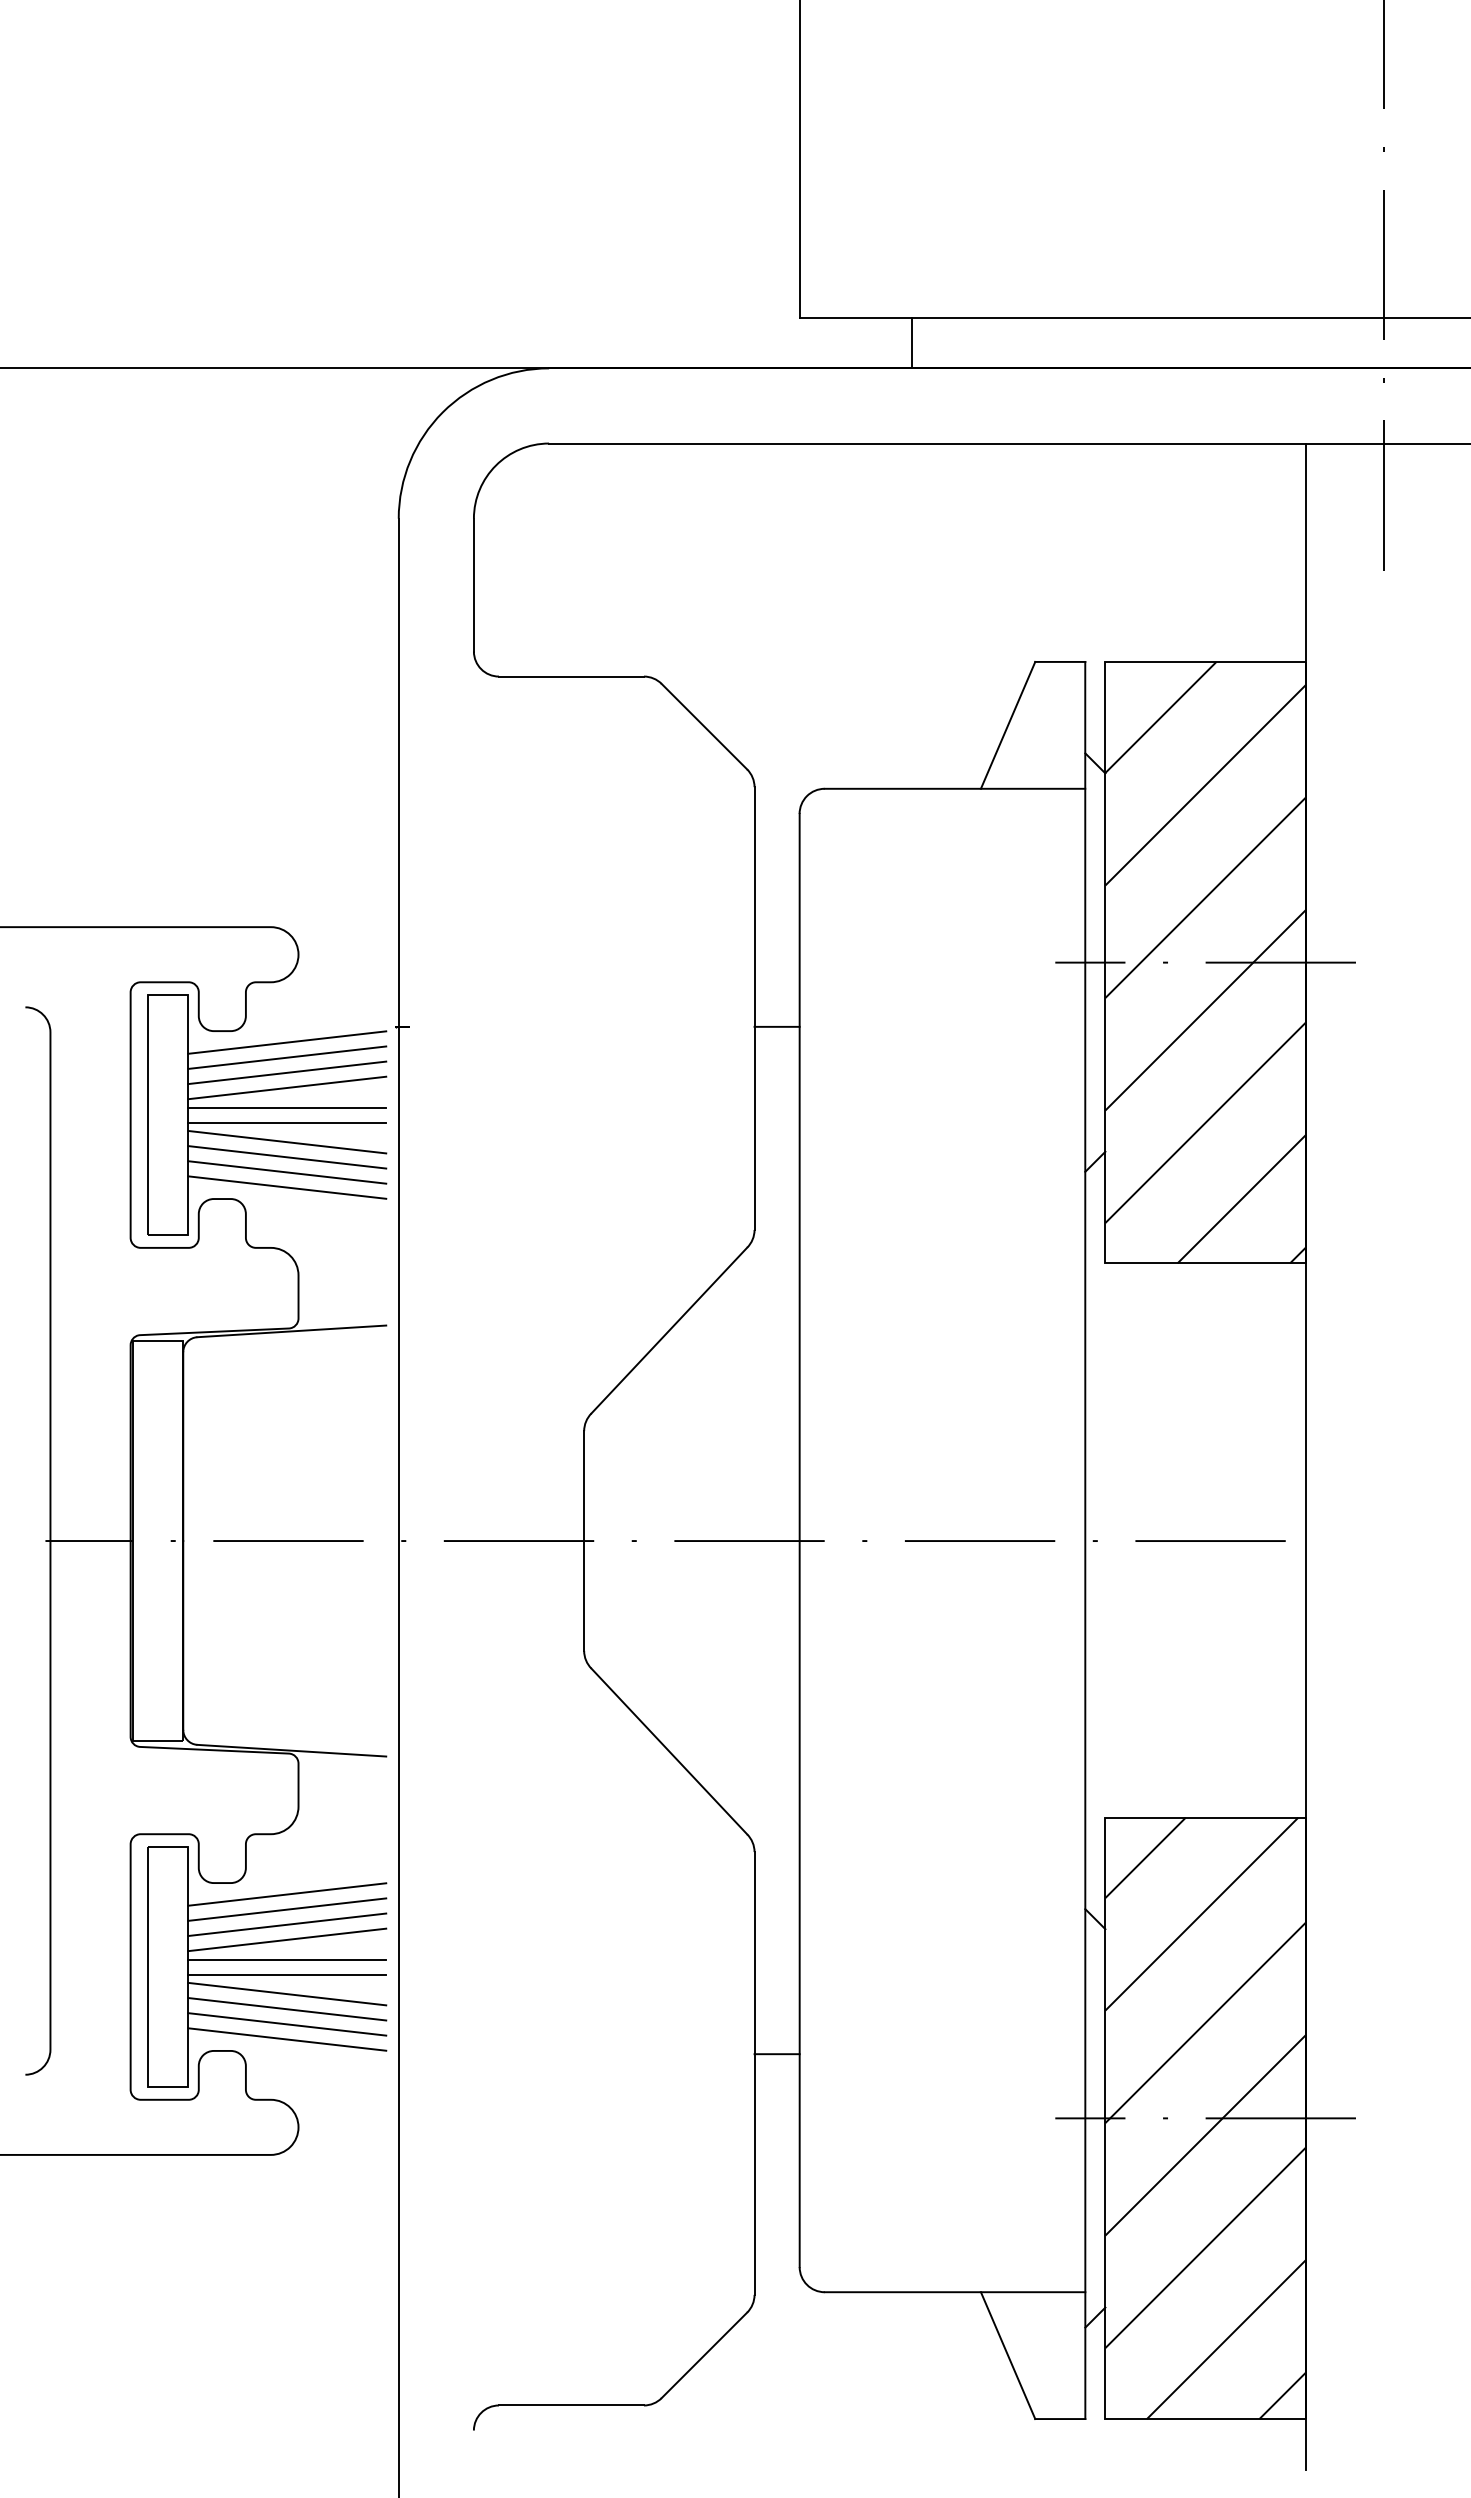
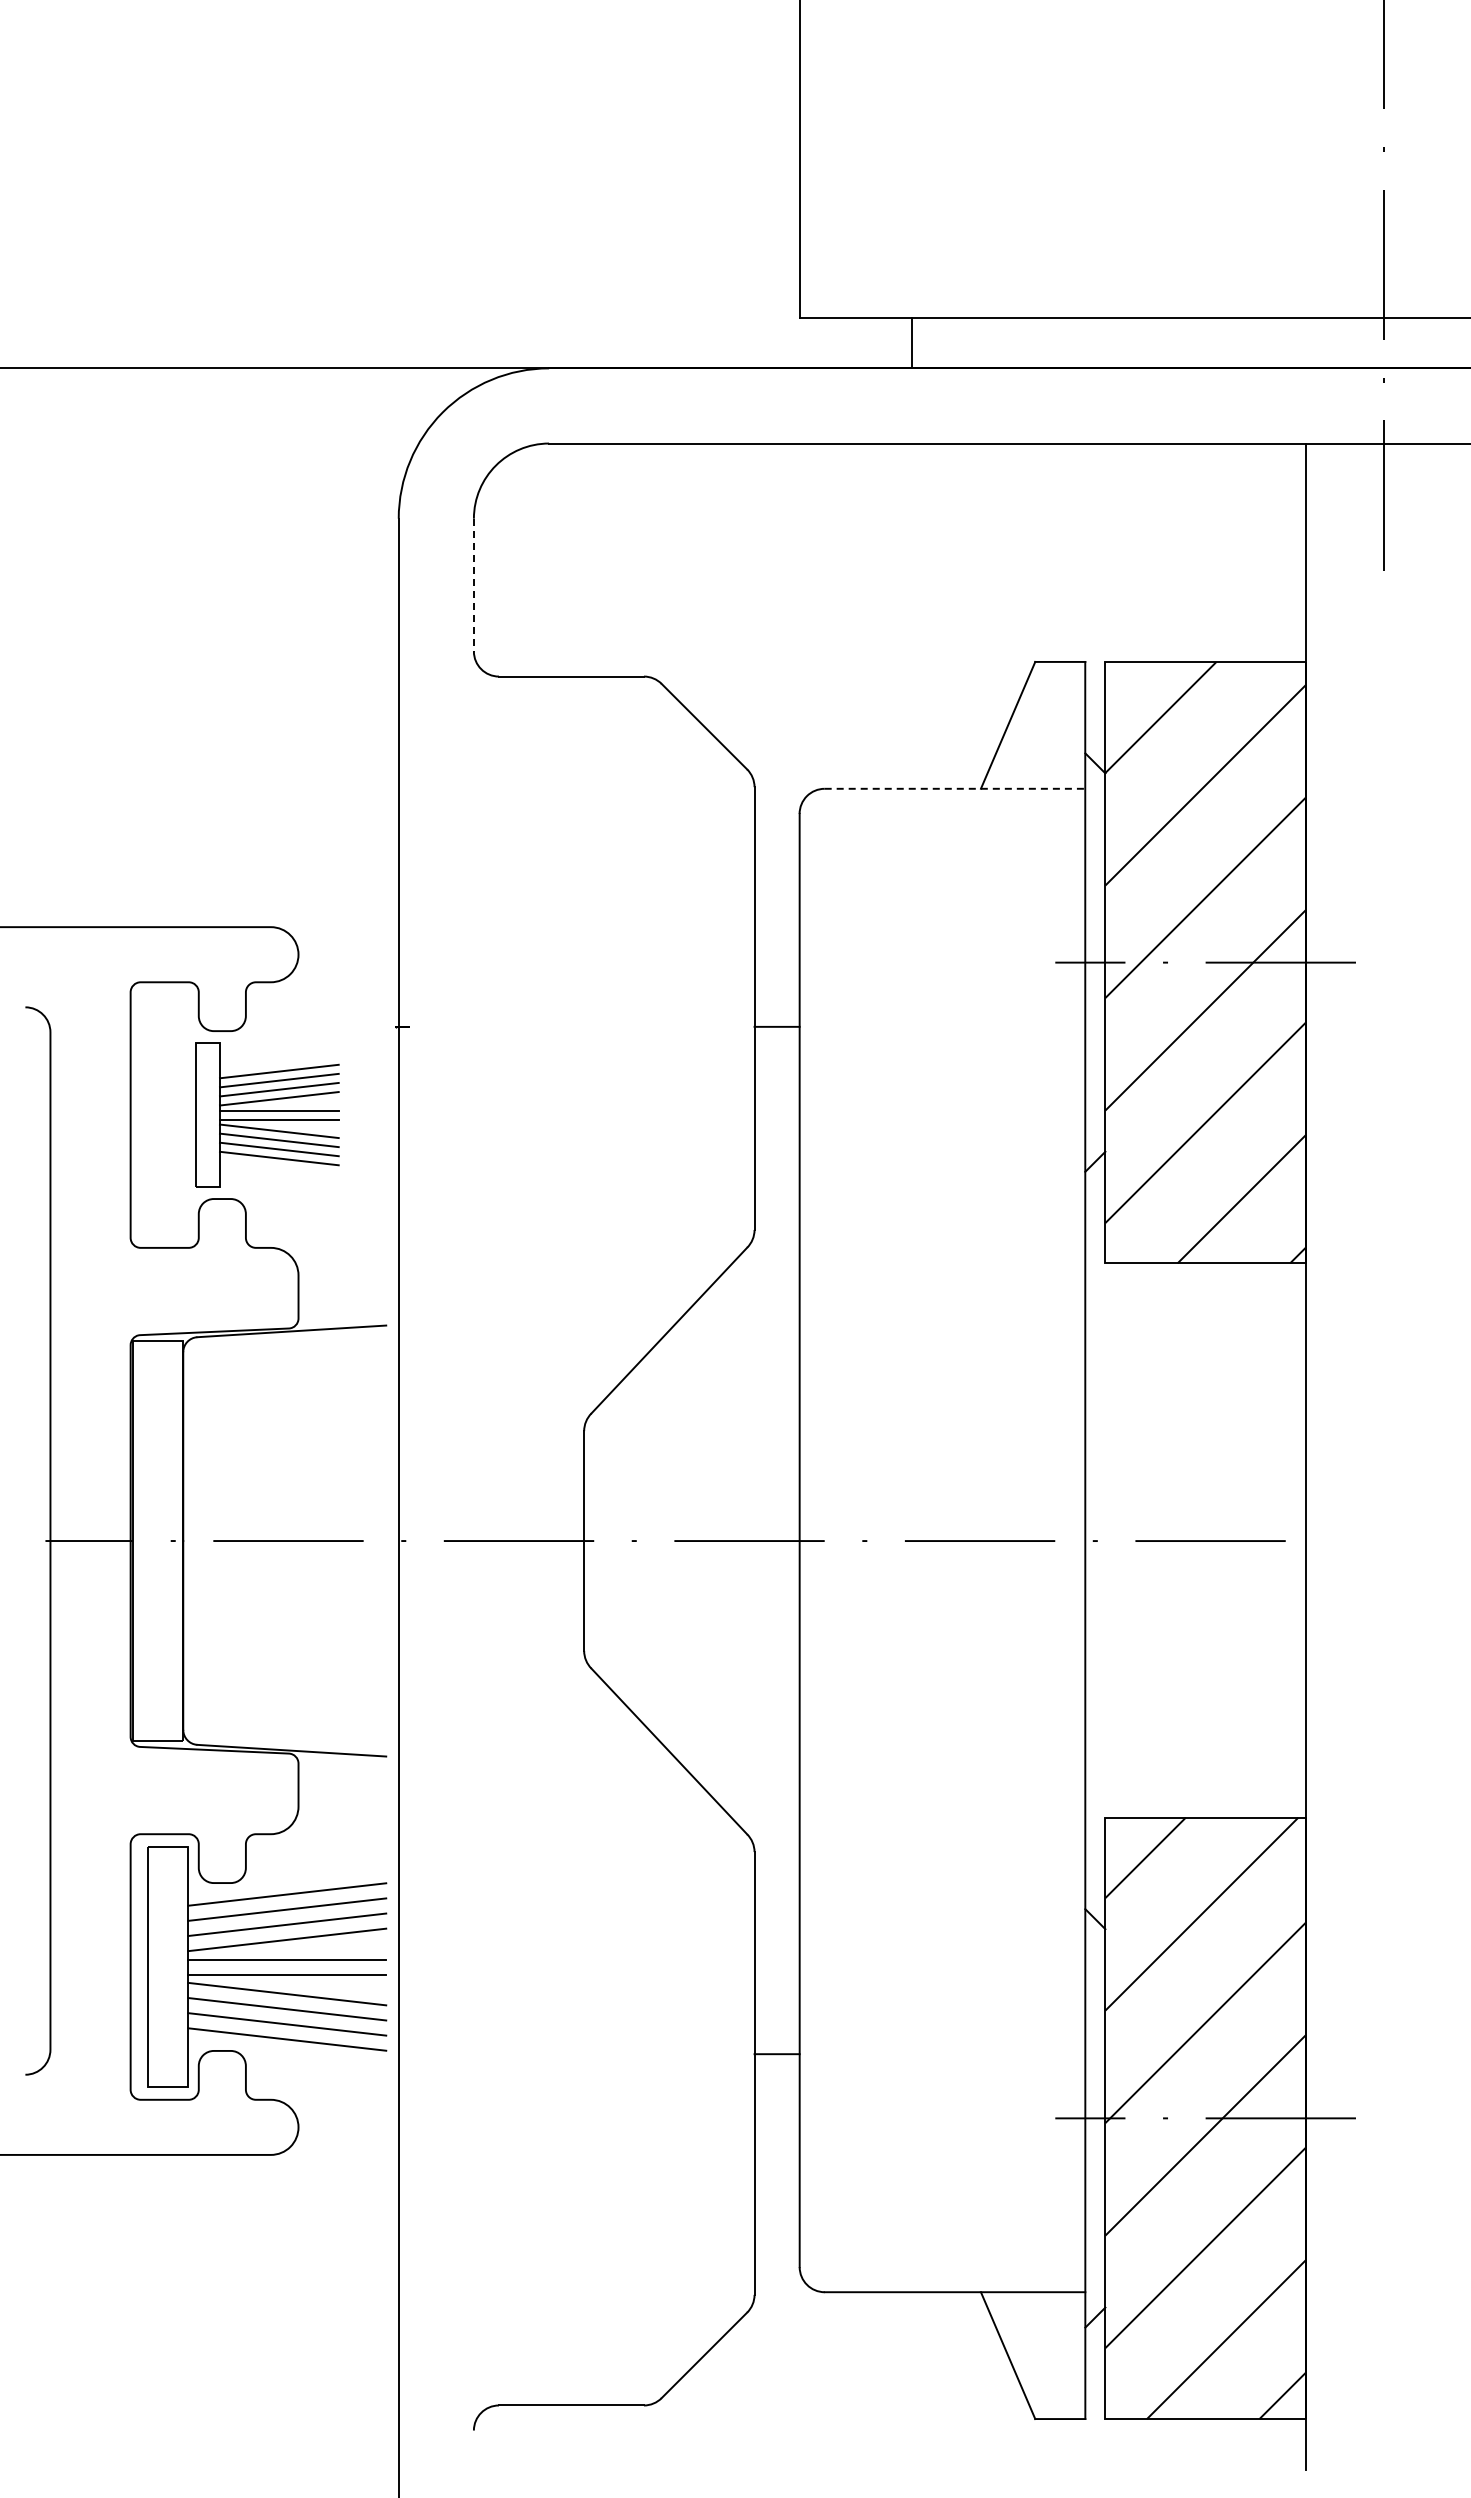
line at (473, 585): solid -> dashed
line at (955, 788): solid -> dashed
part at (267, 1114) size: 241x242 px -> 145x146 px
